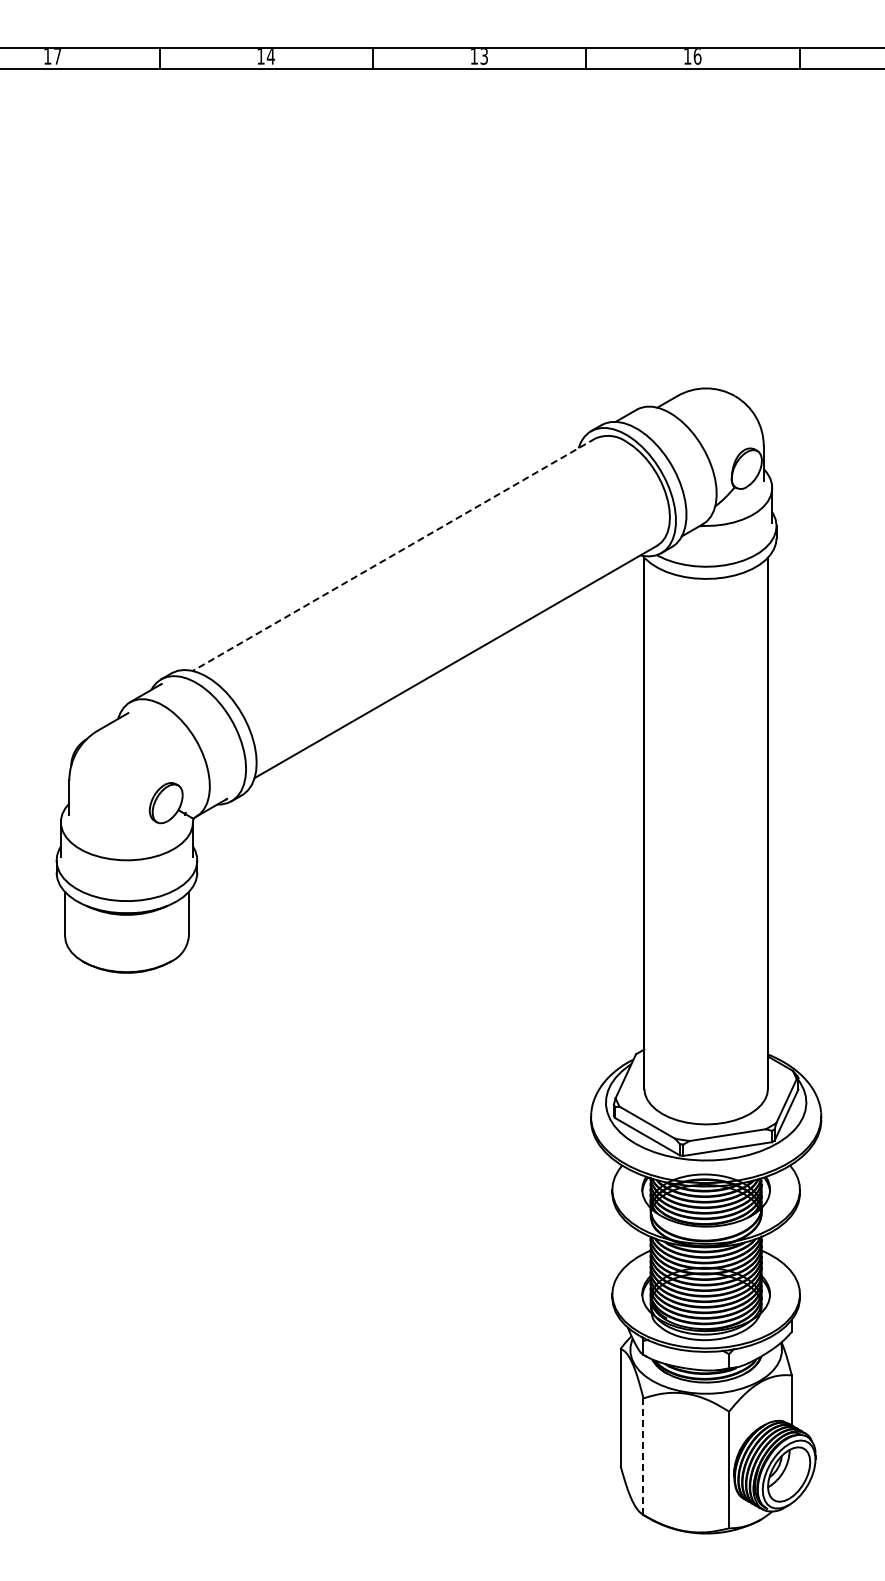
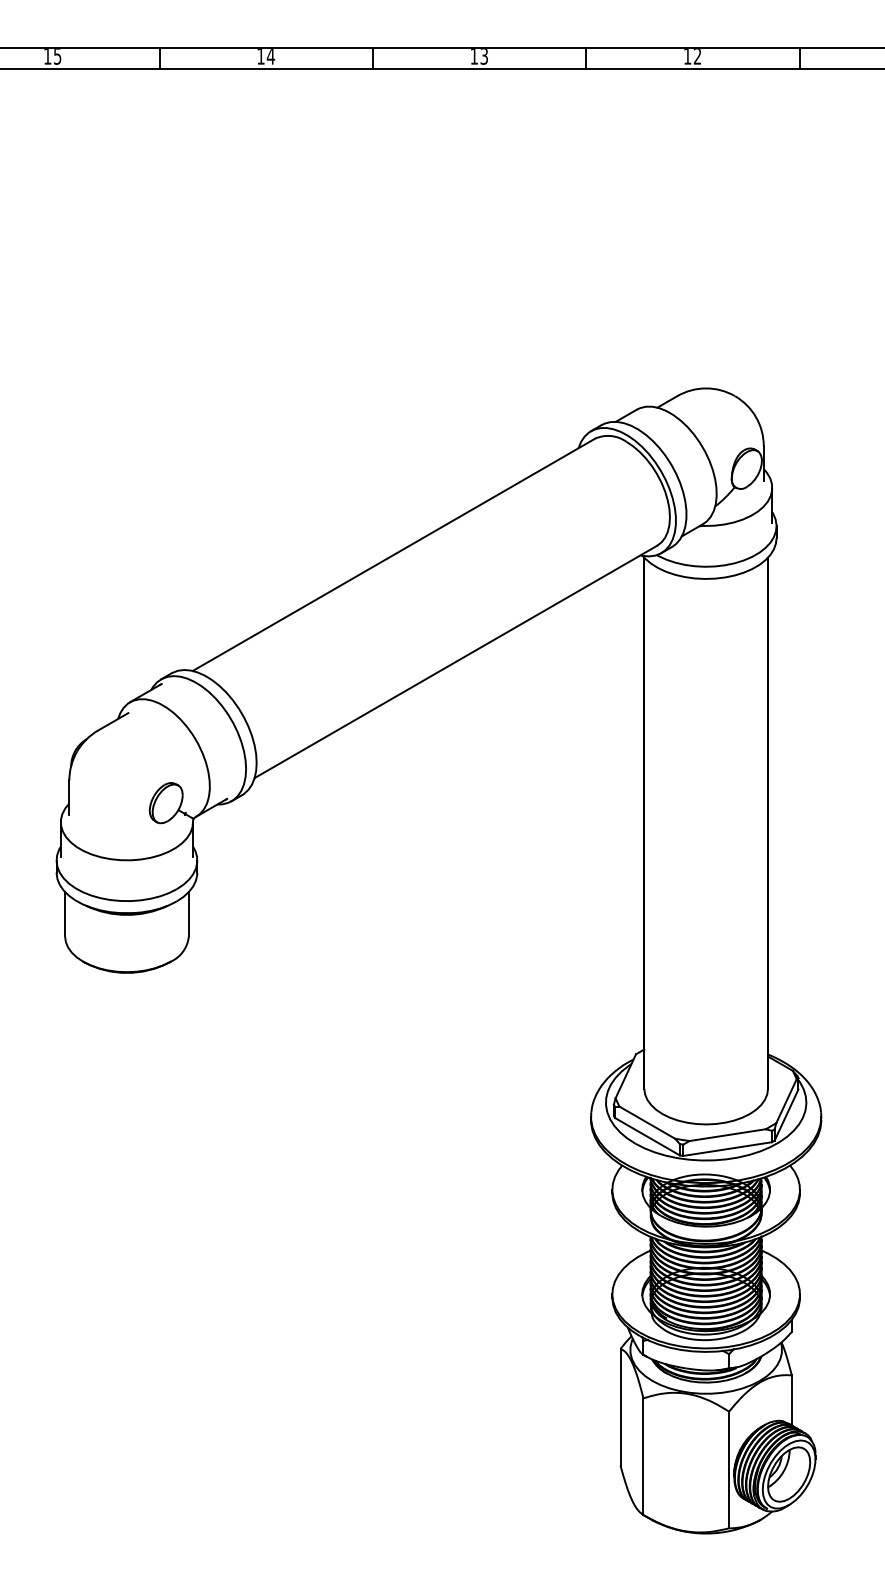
text at (57, 56): 17 -> 15
text at (697, 56): 16 -> 12
line at (393, 555): dashed -> solid
line at (643, 1457): dashed -> solid
